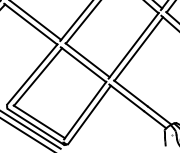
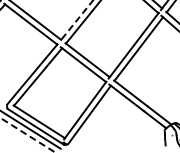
line at (76, 20): solid -> dashed
line at (27, 135): solid -> dashed
